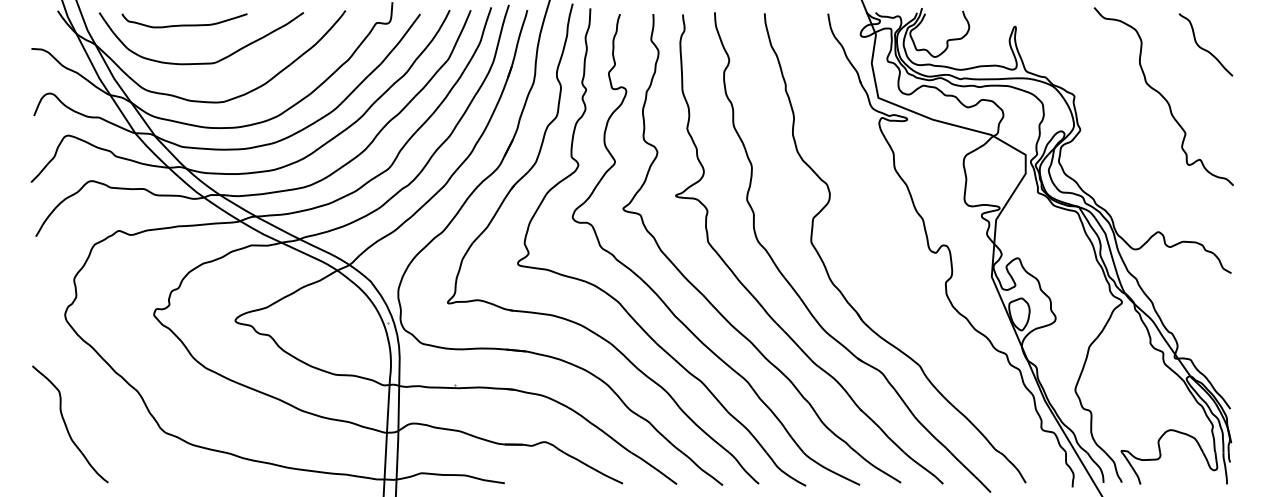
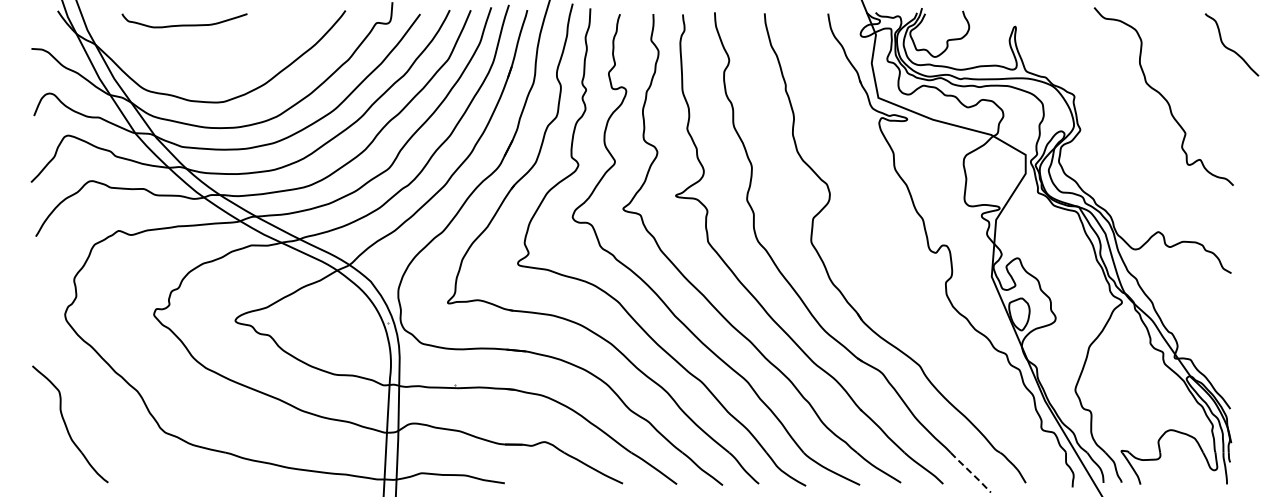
curve at (1204, 48) position: (1204, 48) -> (1230, 48)
curve at (201, 62): present -> none
line at (970, 472): solid -> dashed
